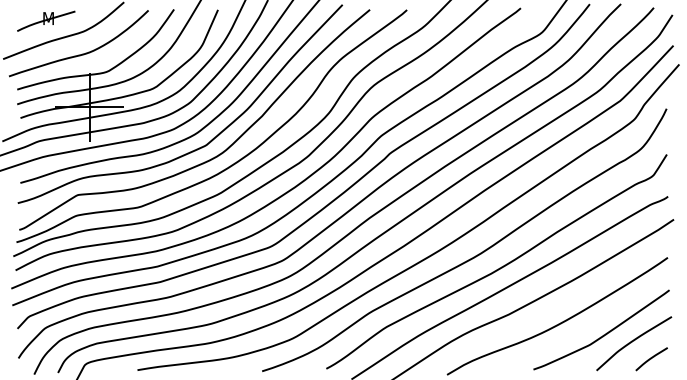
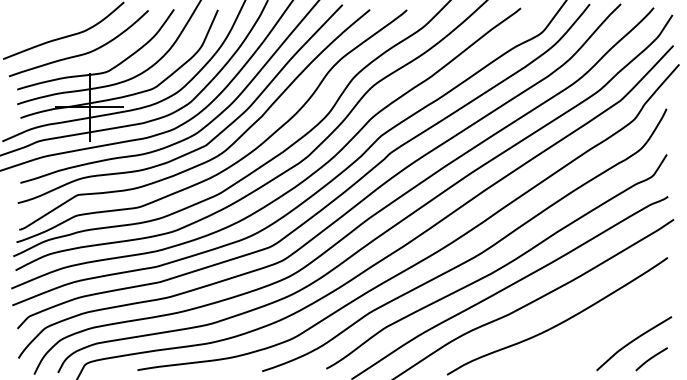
part at (46, 20): present -> none
curve at (603, 334): present -> none
